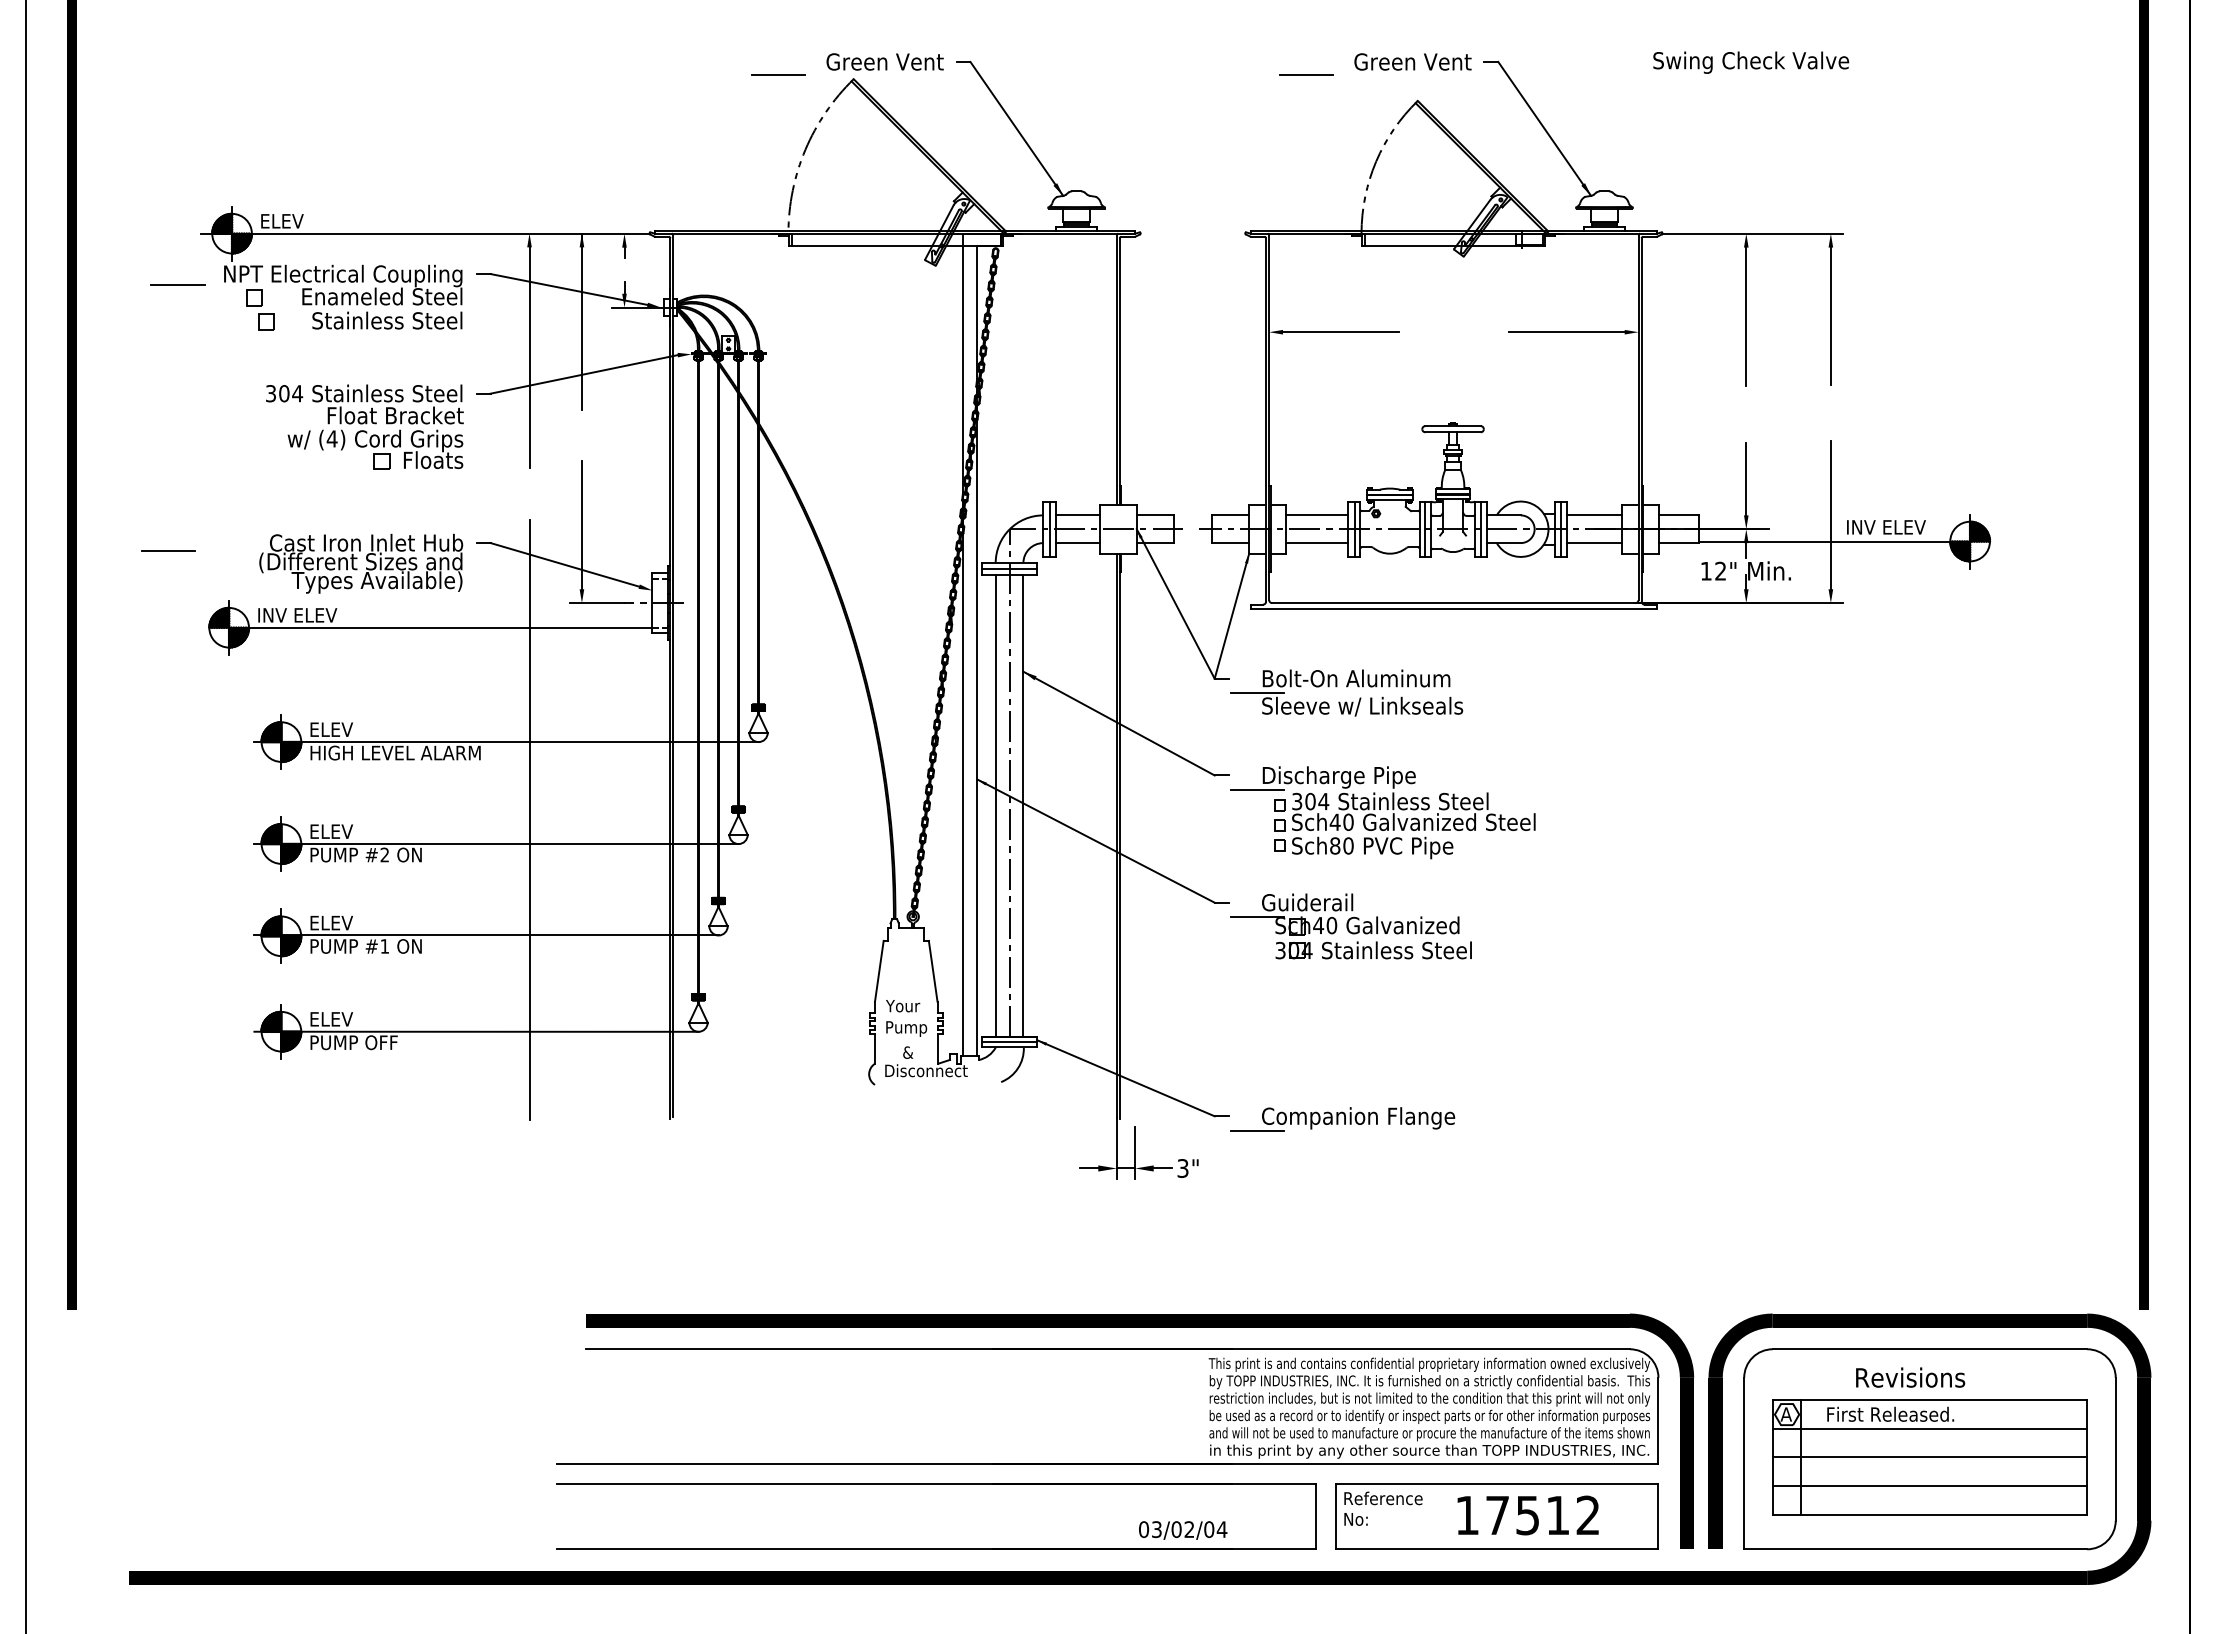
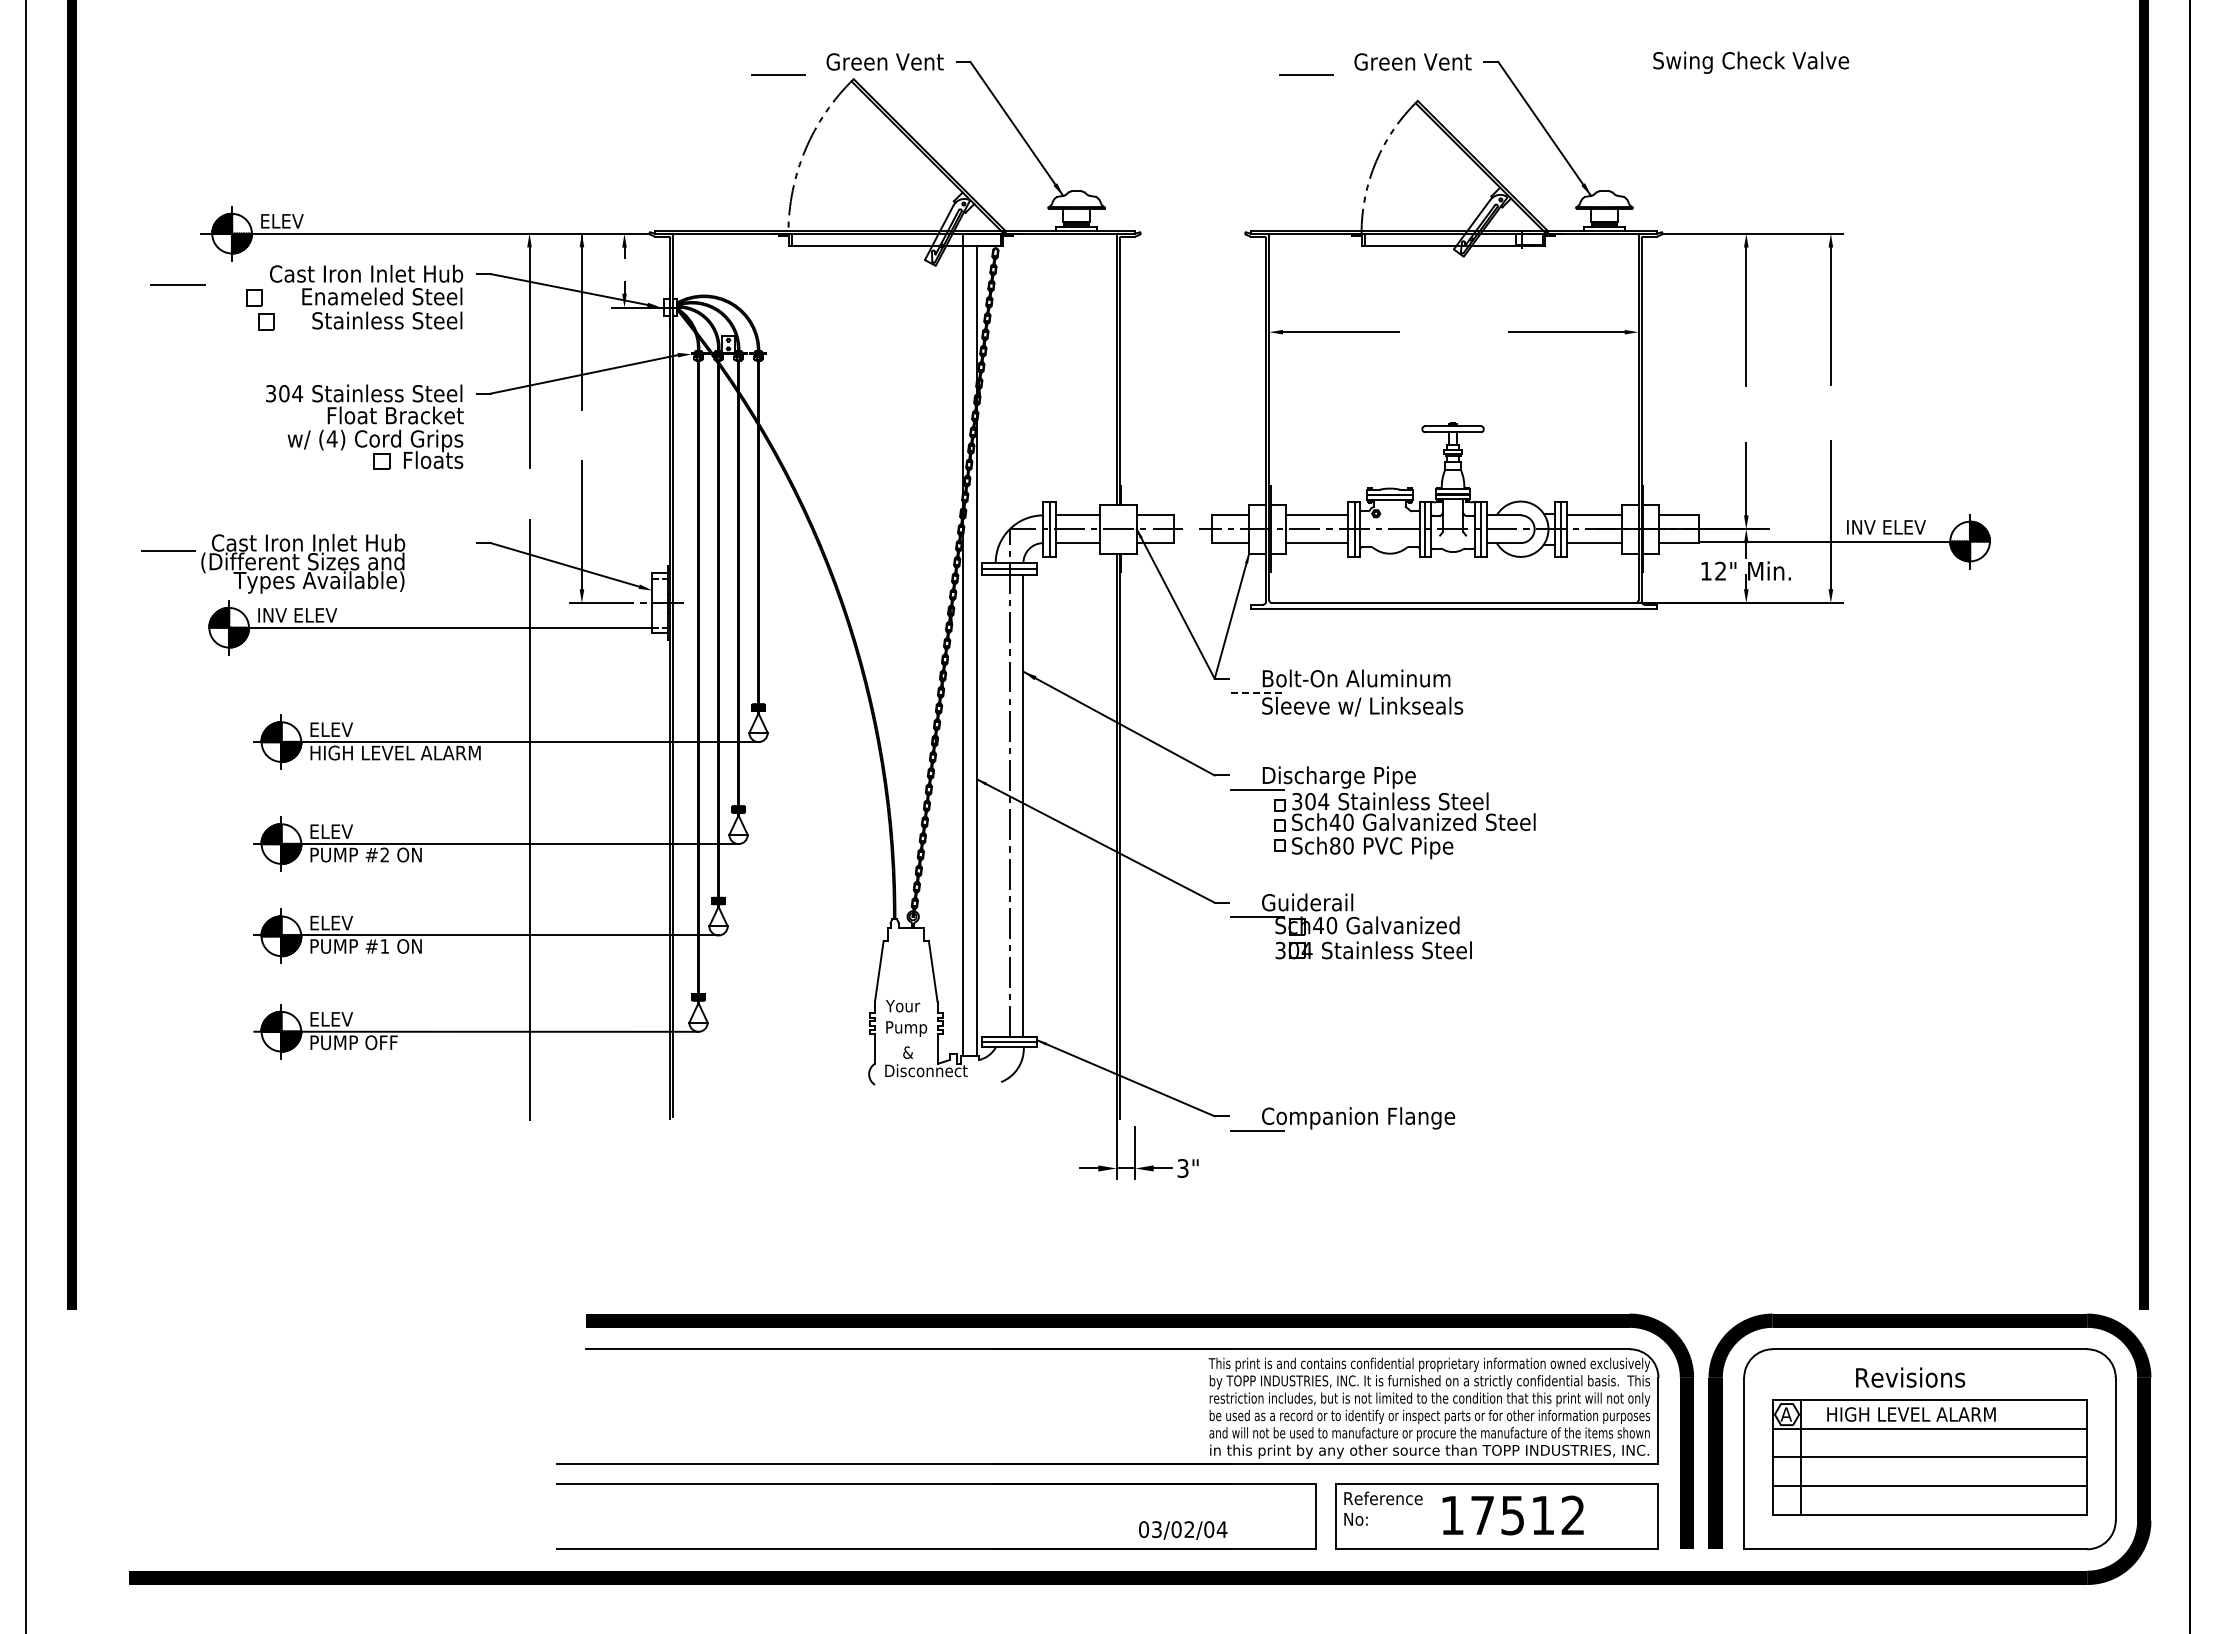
text at (343, 275): NPT Electrical Coupling -> Cast Iron Inlet Hub
text at (361, 563) position: (361, 563) -> (303, 563)
line at (1257, 693): solid -> dashed
line at (995, 806): present -> none
text at (1912, 1413): First Released. -> HIGH LEVEL ALARM
text at (1527, 1515) position: (1527, 1515) -> (1512, 1515)
